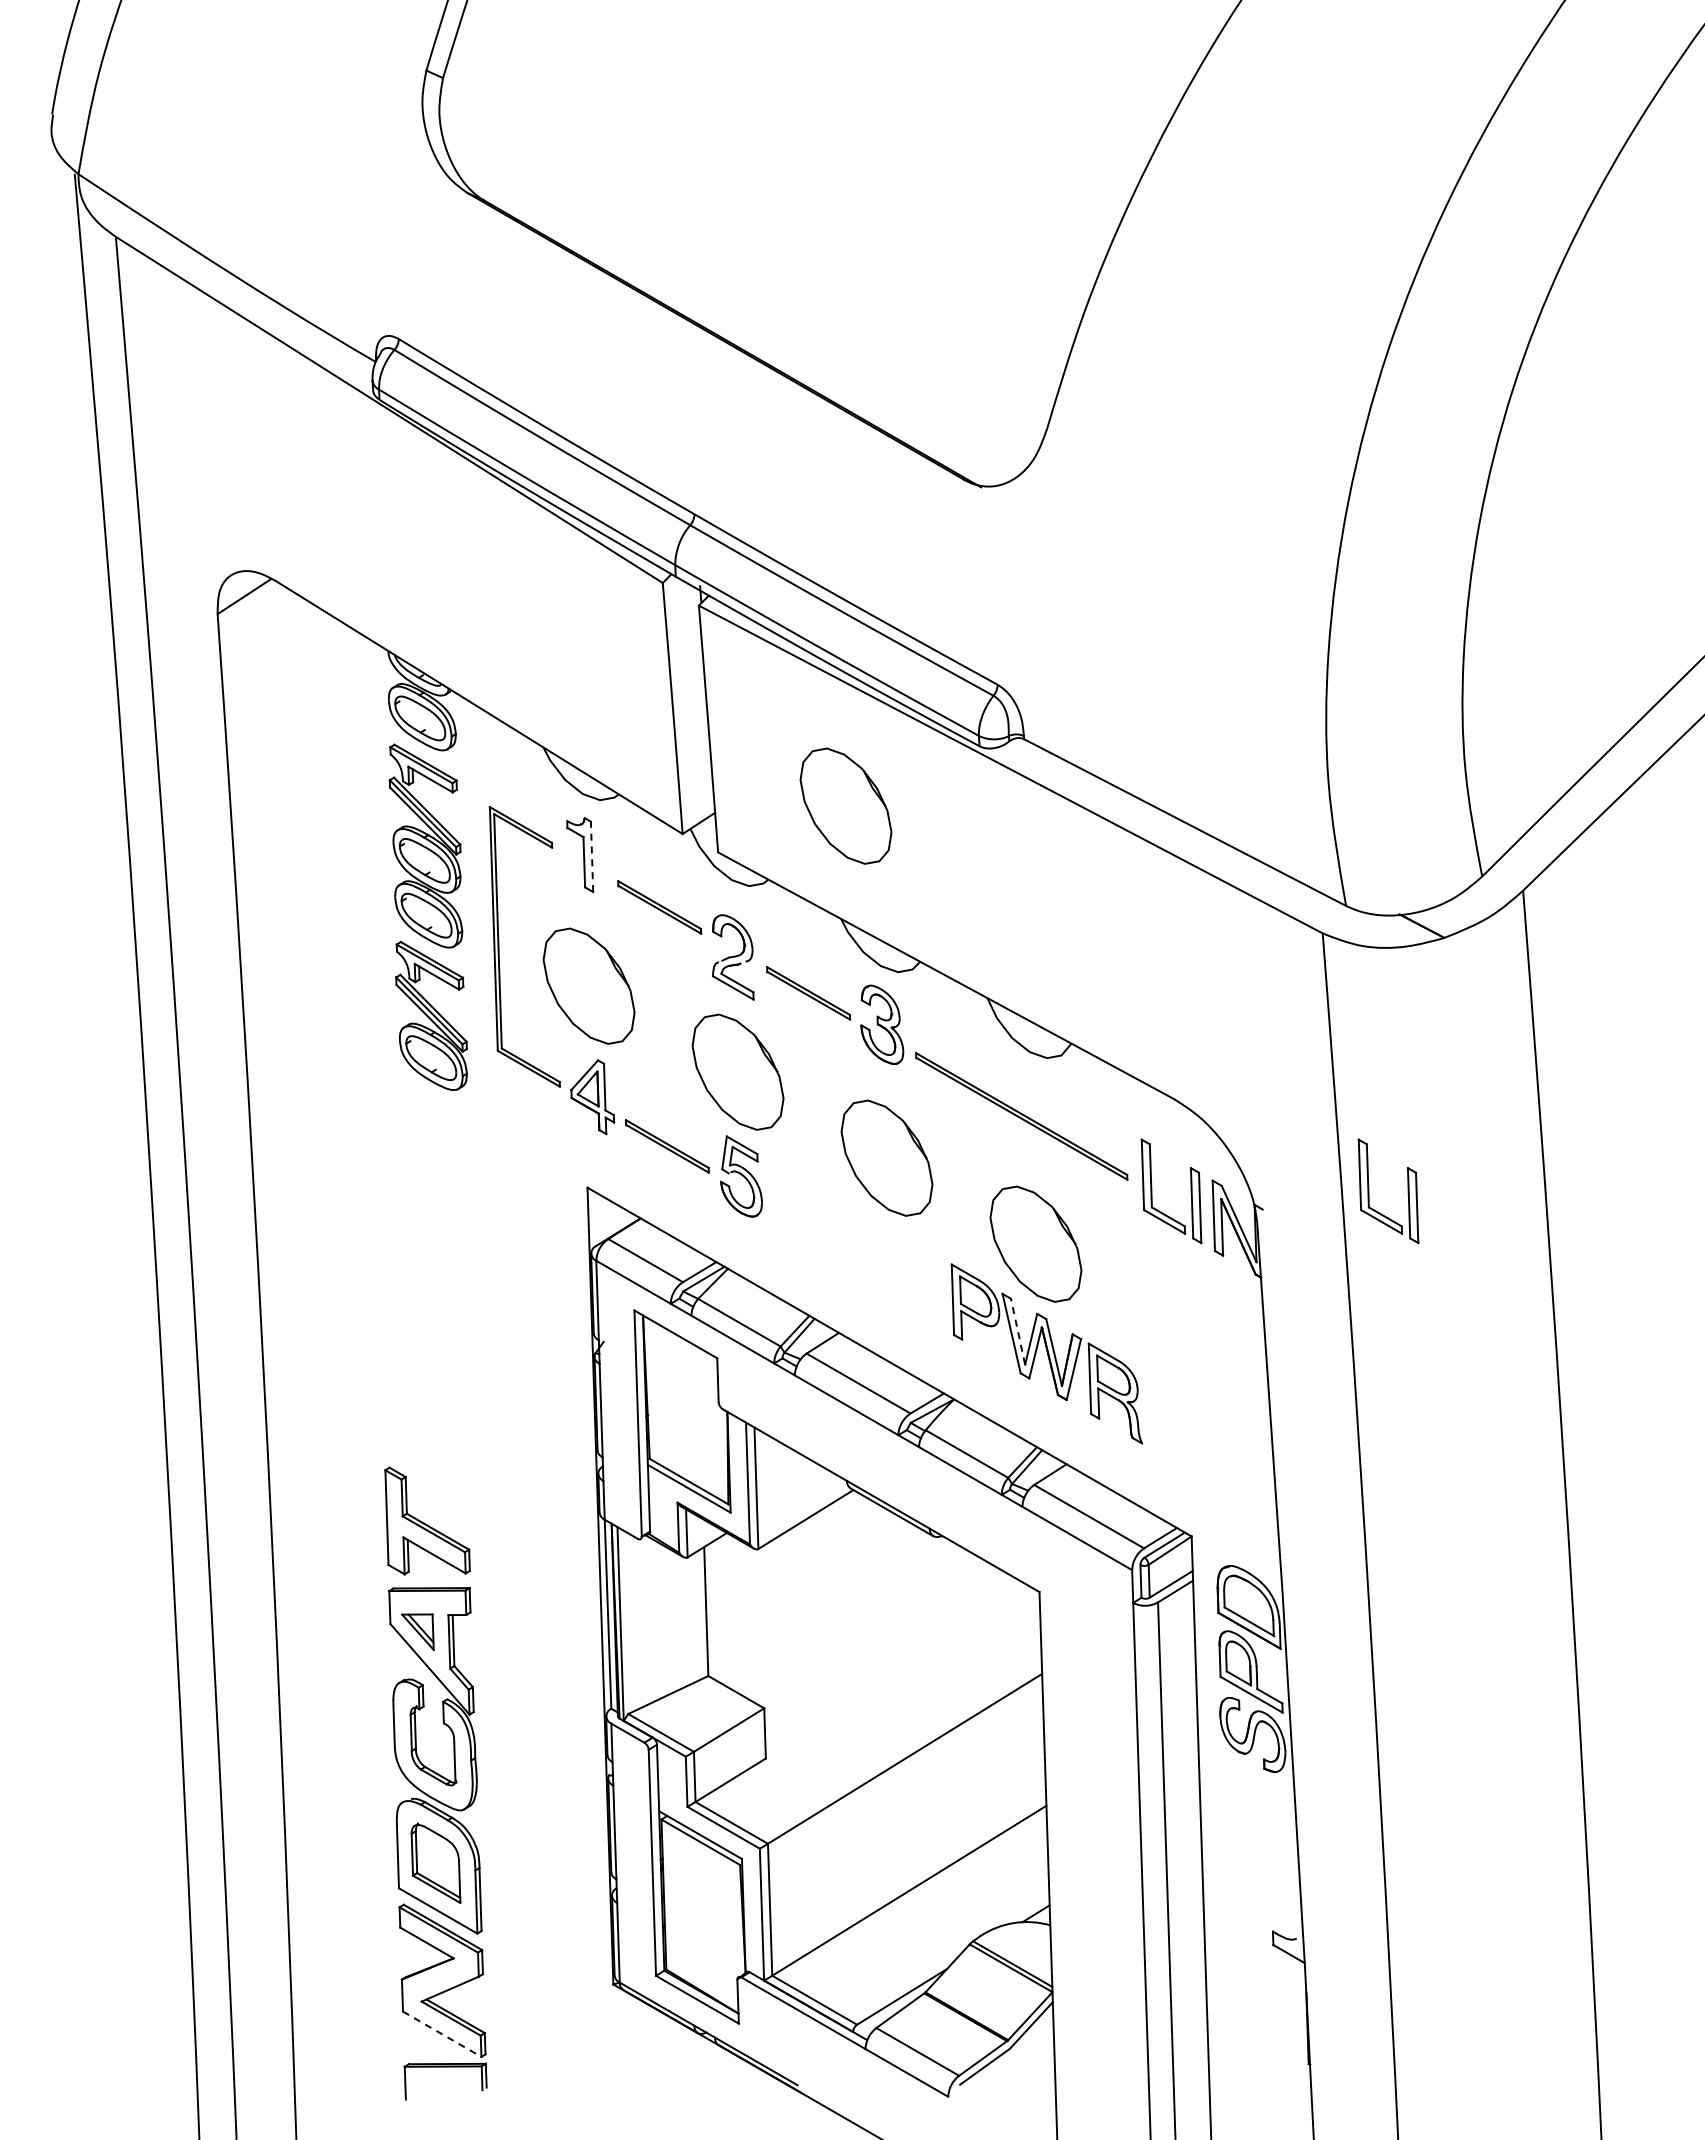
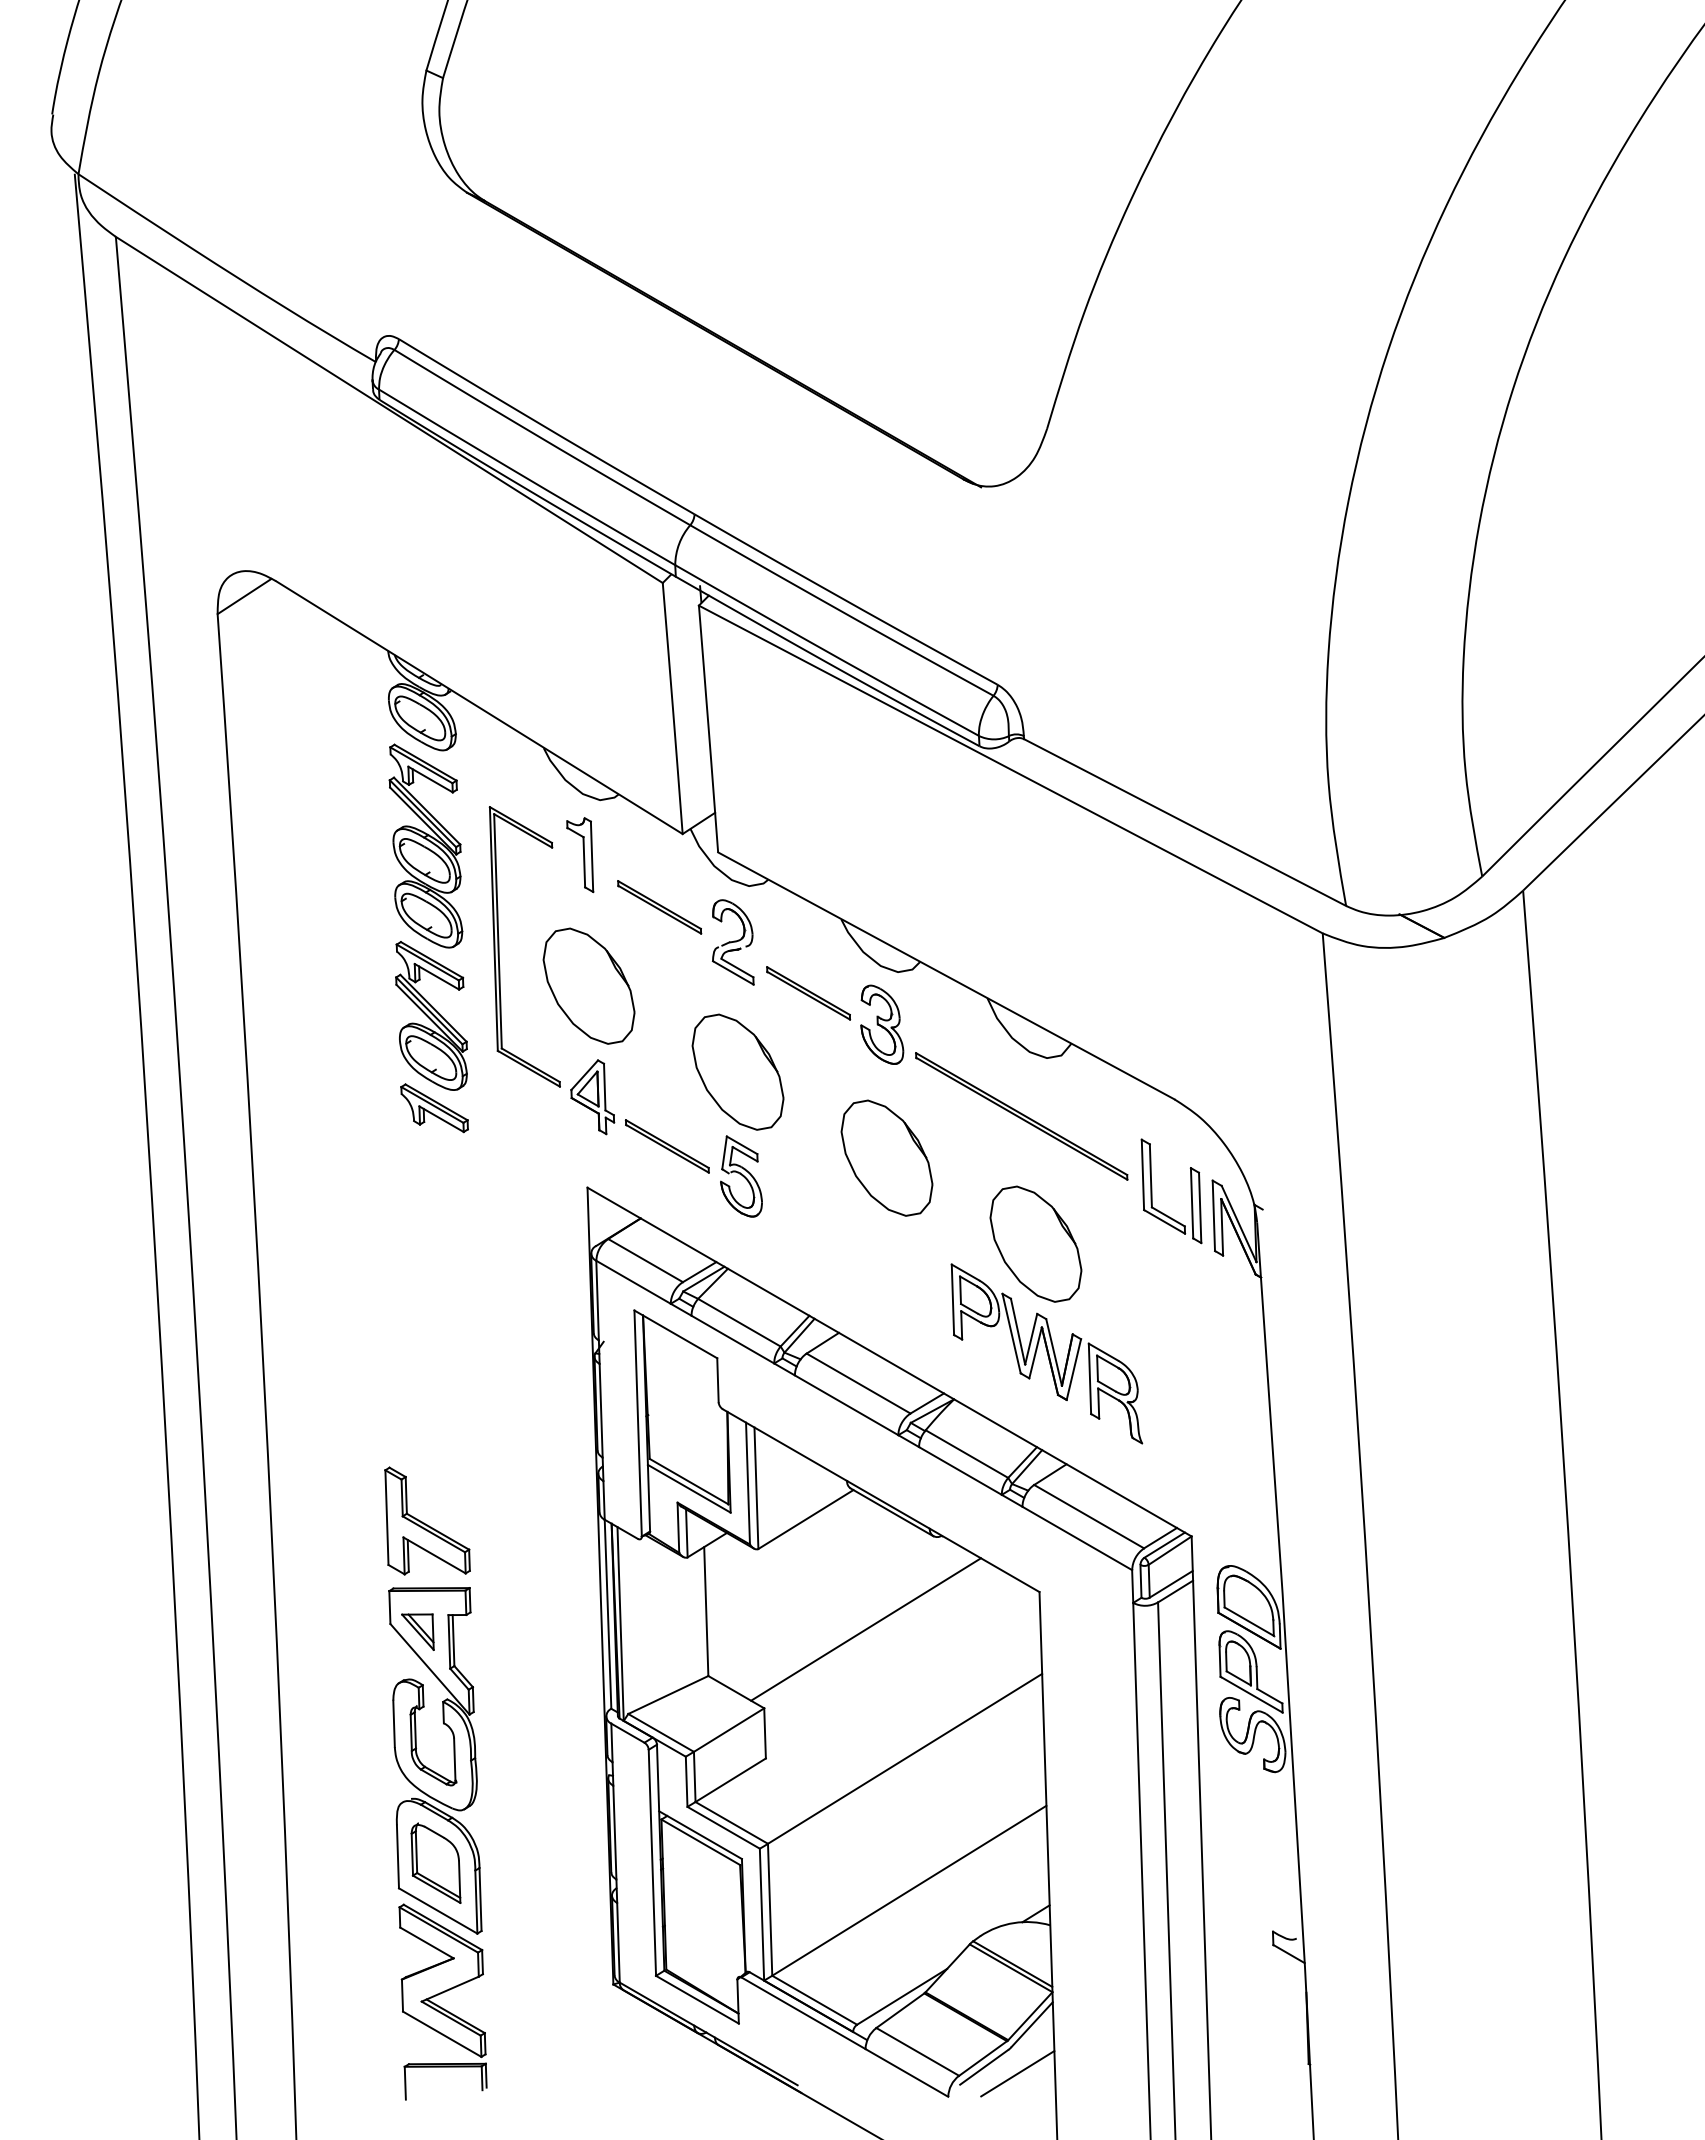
part at (845, 805): present -> none
line at (592, 856): dashed -> solid
part at (733, 957) position: (733, 957) -> (733, 942)
part at (434, 1108): none -> present
part at (1369, 1191): present -> none
line at (1017, 1331): dashed -> solid
line at (865, 1629): none -> present
line at (442, 2034): dashed -> solid
line at (1017, 2073): none -> present
